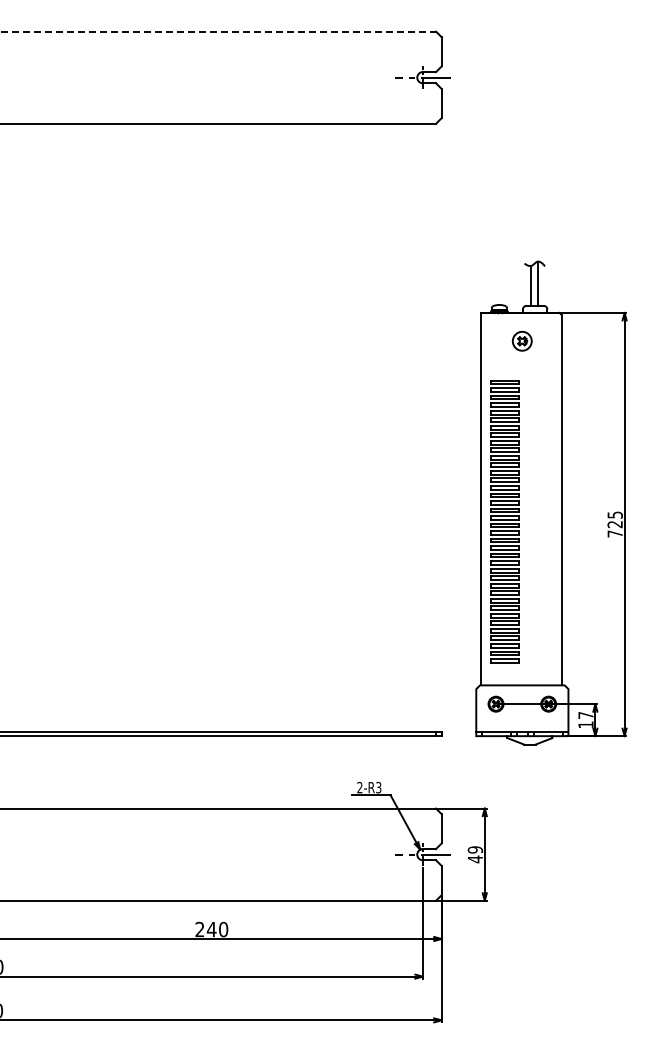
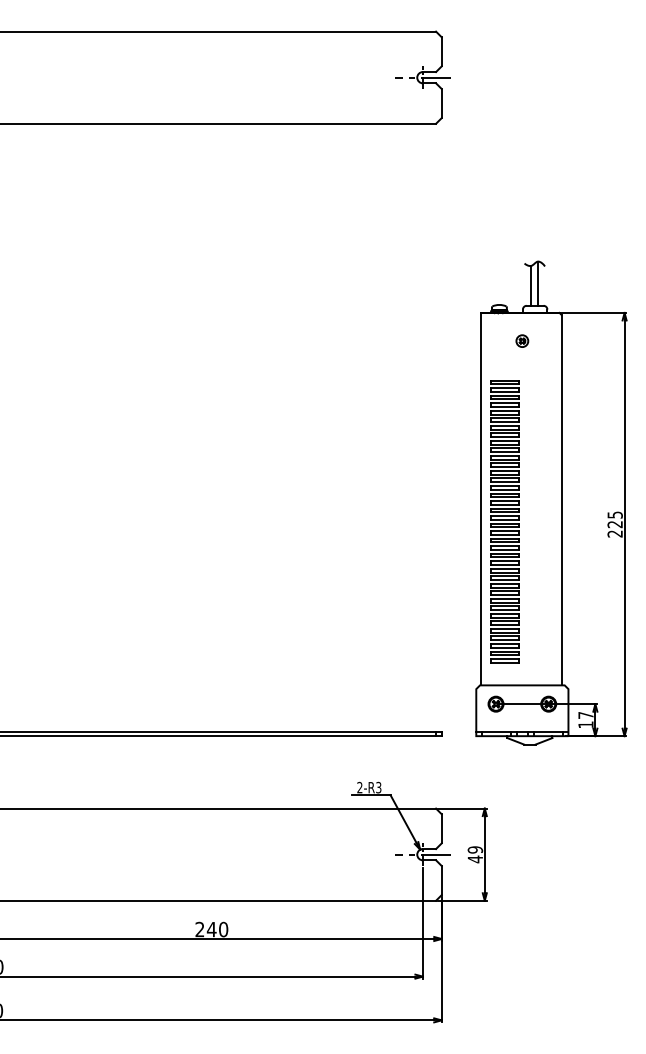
line at (218, 31): dashed -> solid
part at (521, 340) size: 22x22 px -> 15x14 px
text at (614, 533): 725 -> 225
